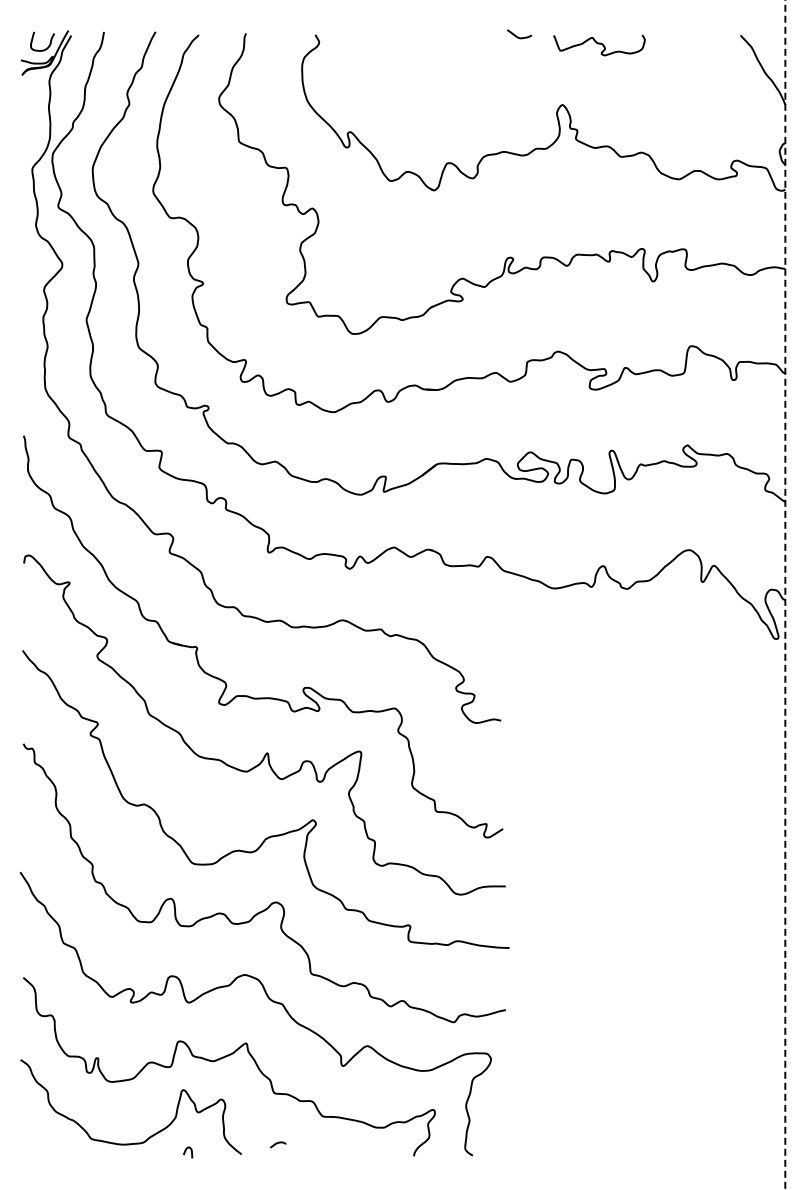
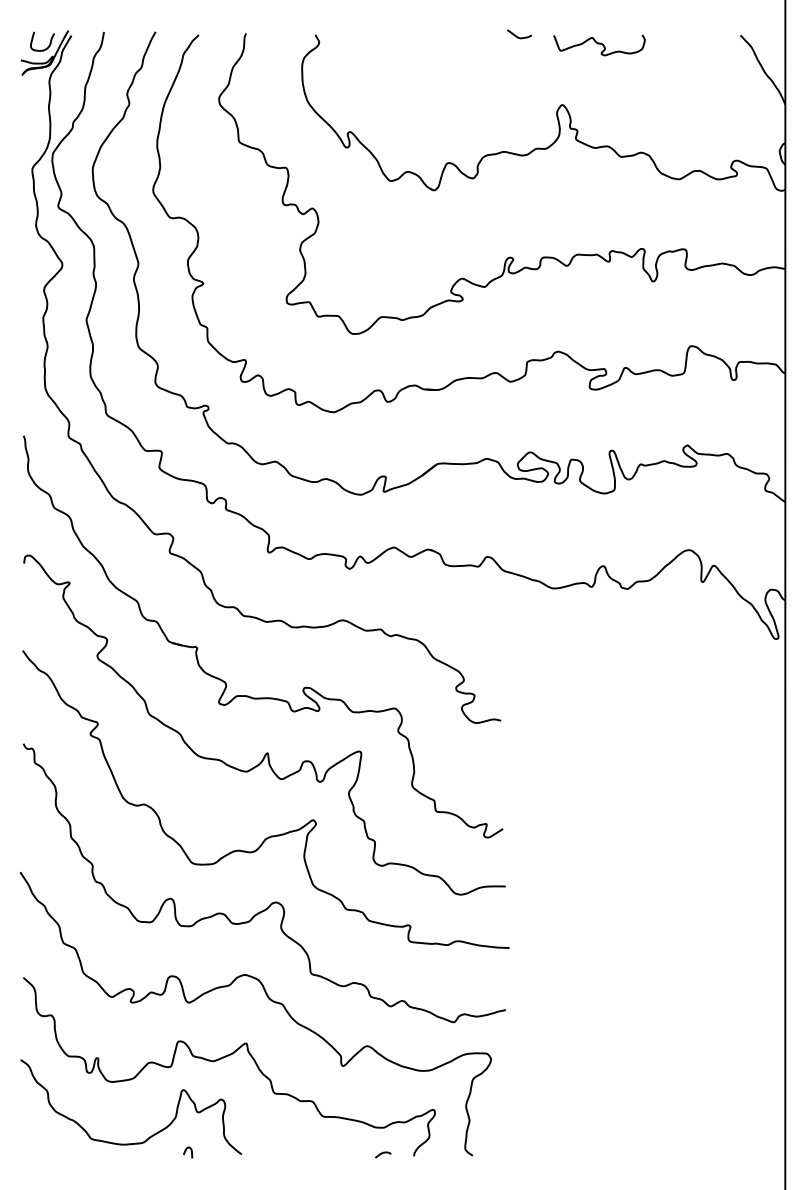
line at (785, 595): dashed -> solid
curve at (278, 1143) position: (278, 1143) -> (383, 1153)
